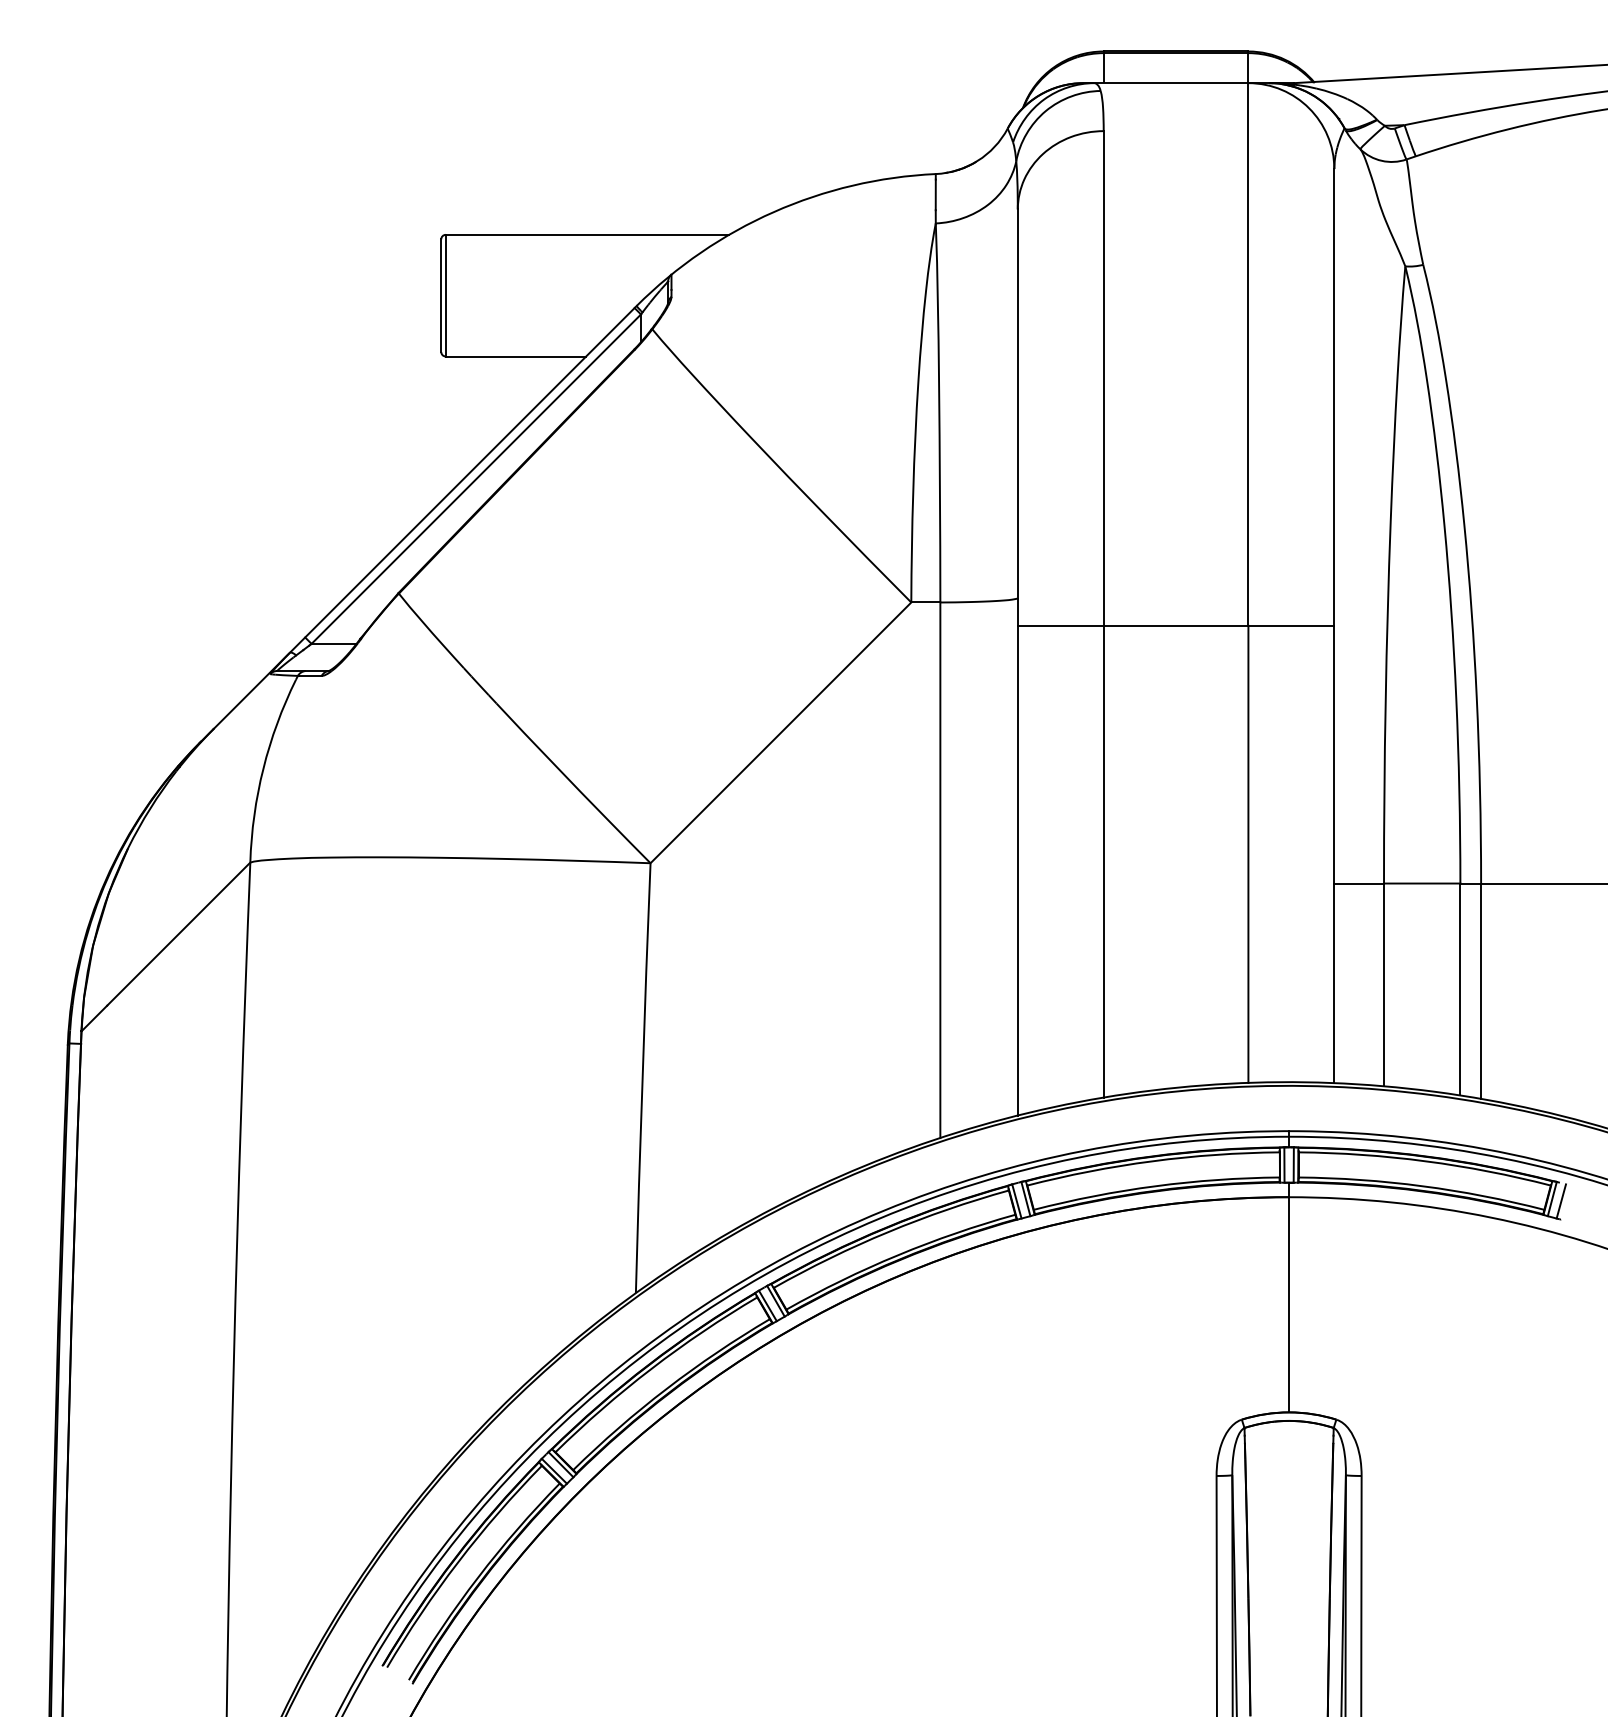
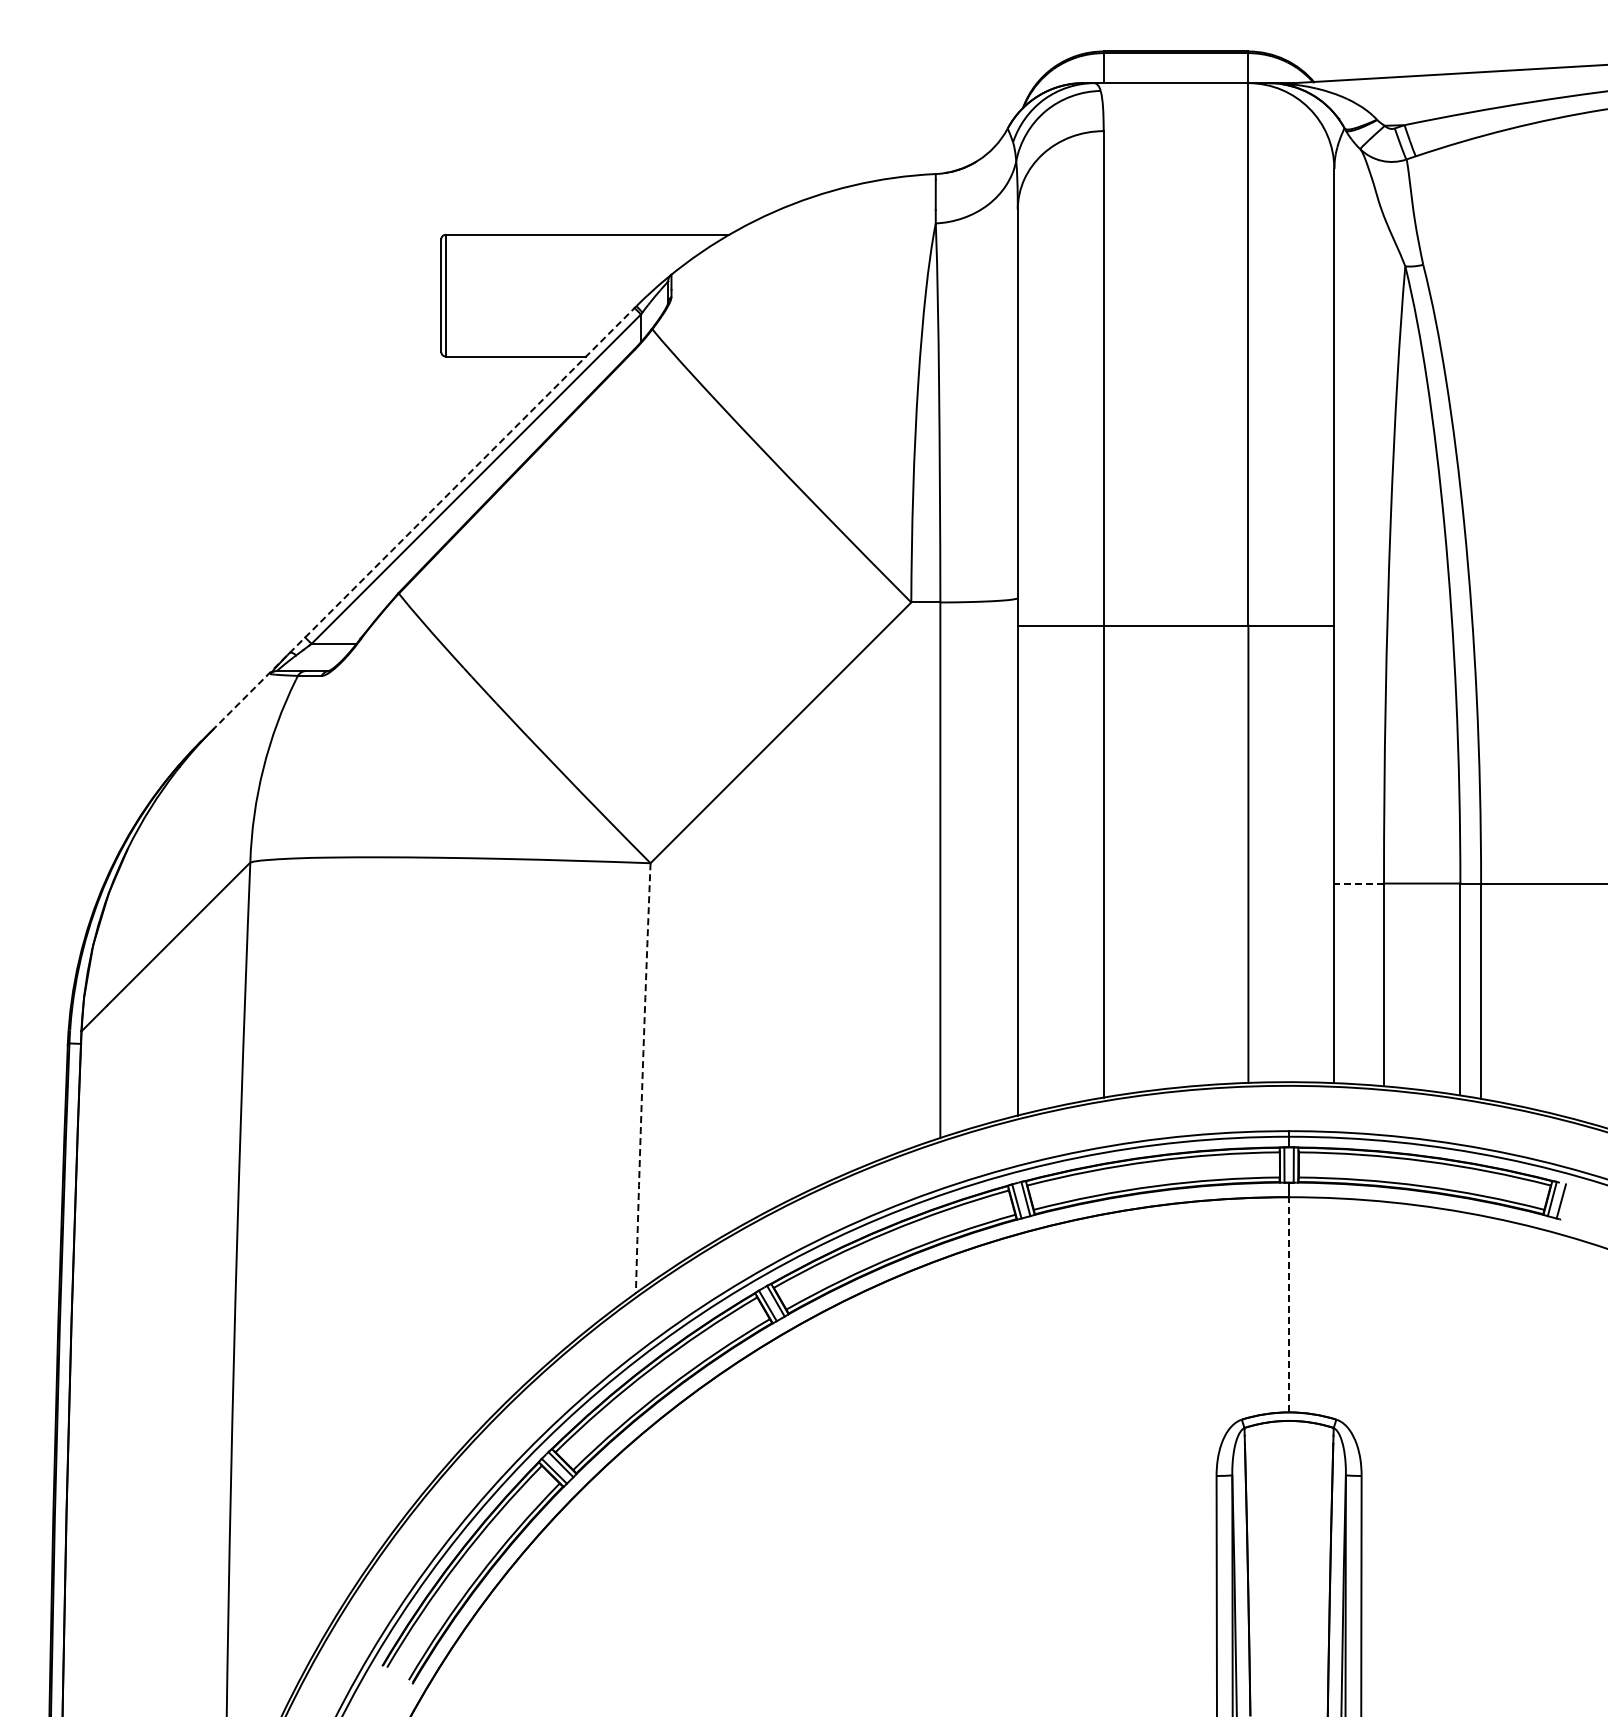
line at (424, 517): solid -> dashed
line at (1359, 883): solid -> dashed
arc at (642, 1078): solid -> dashed
line at (1289, 1304): solid -> dashed
